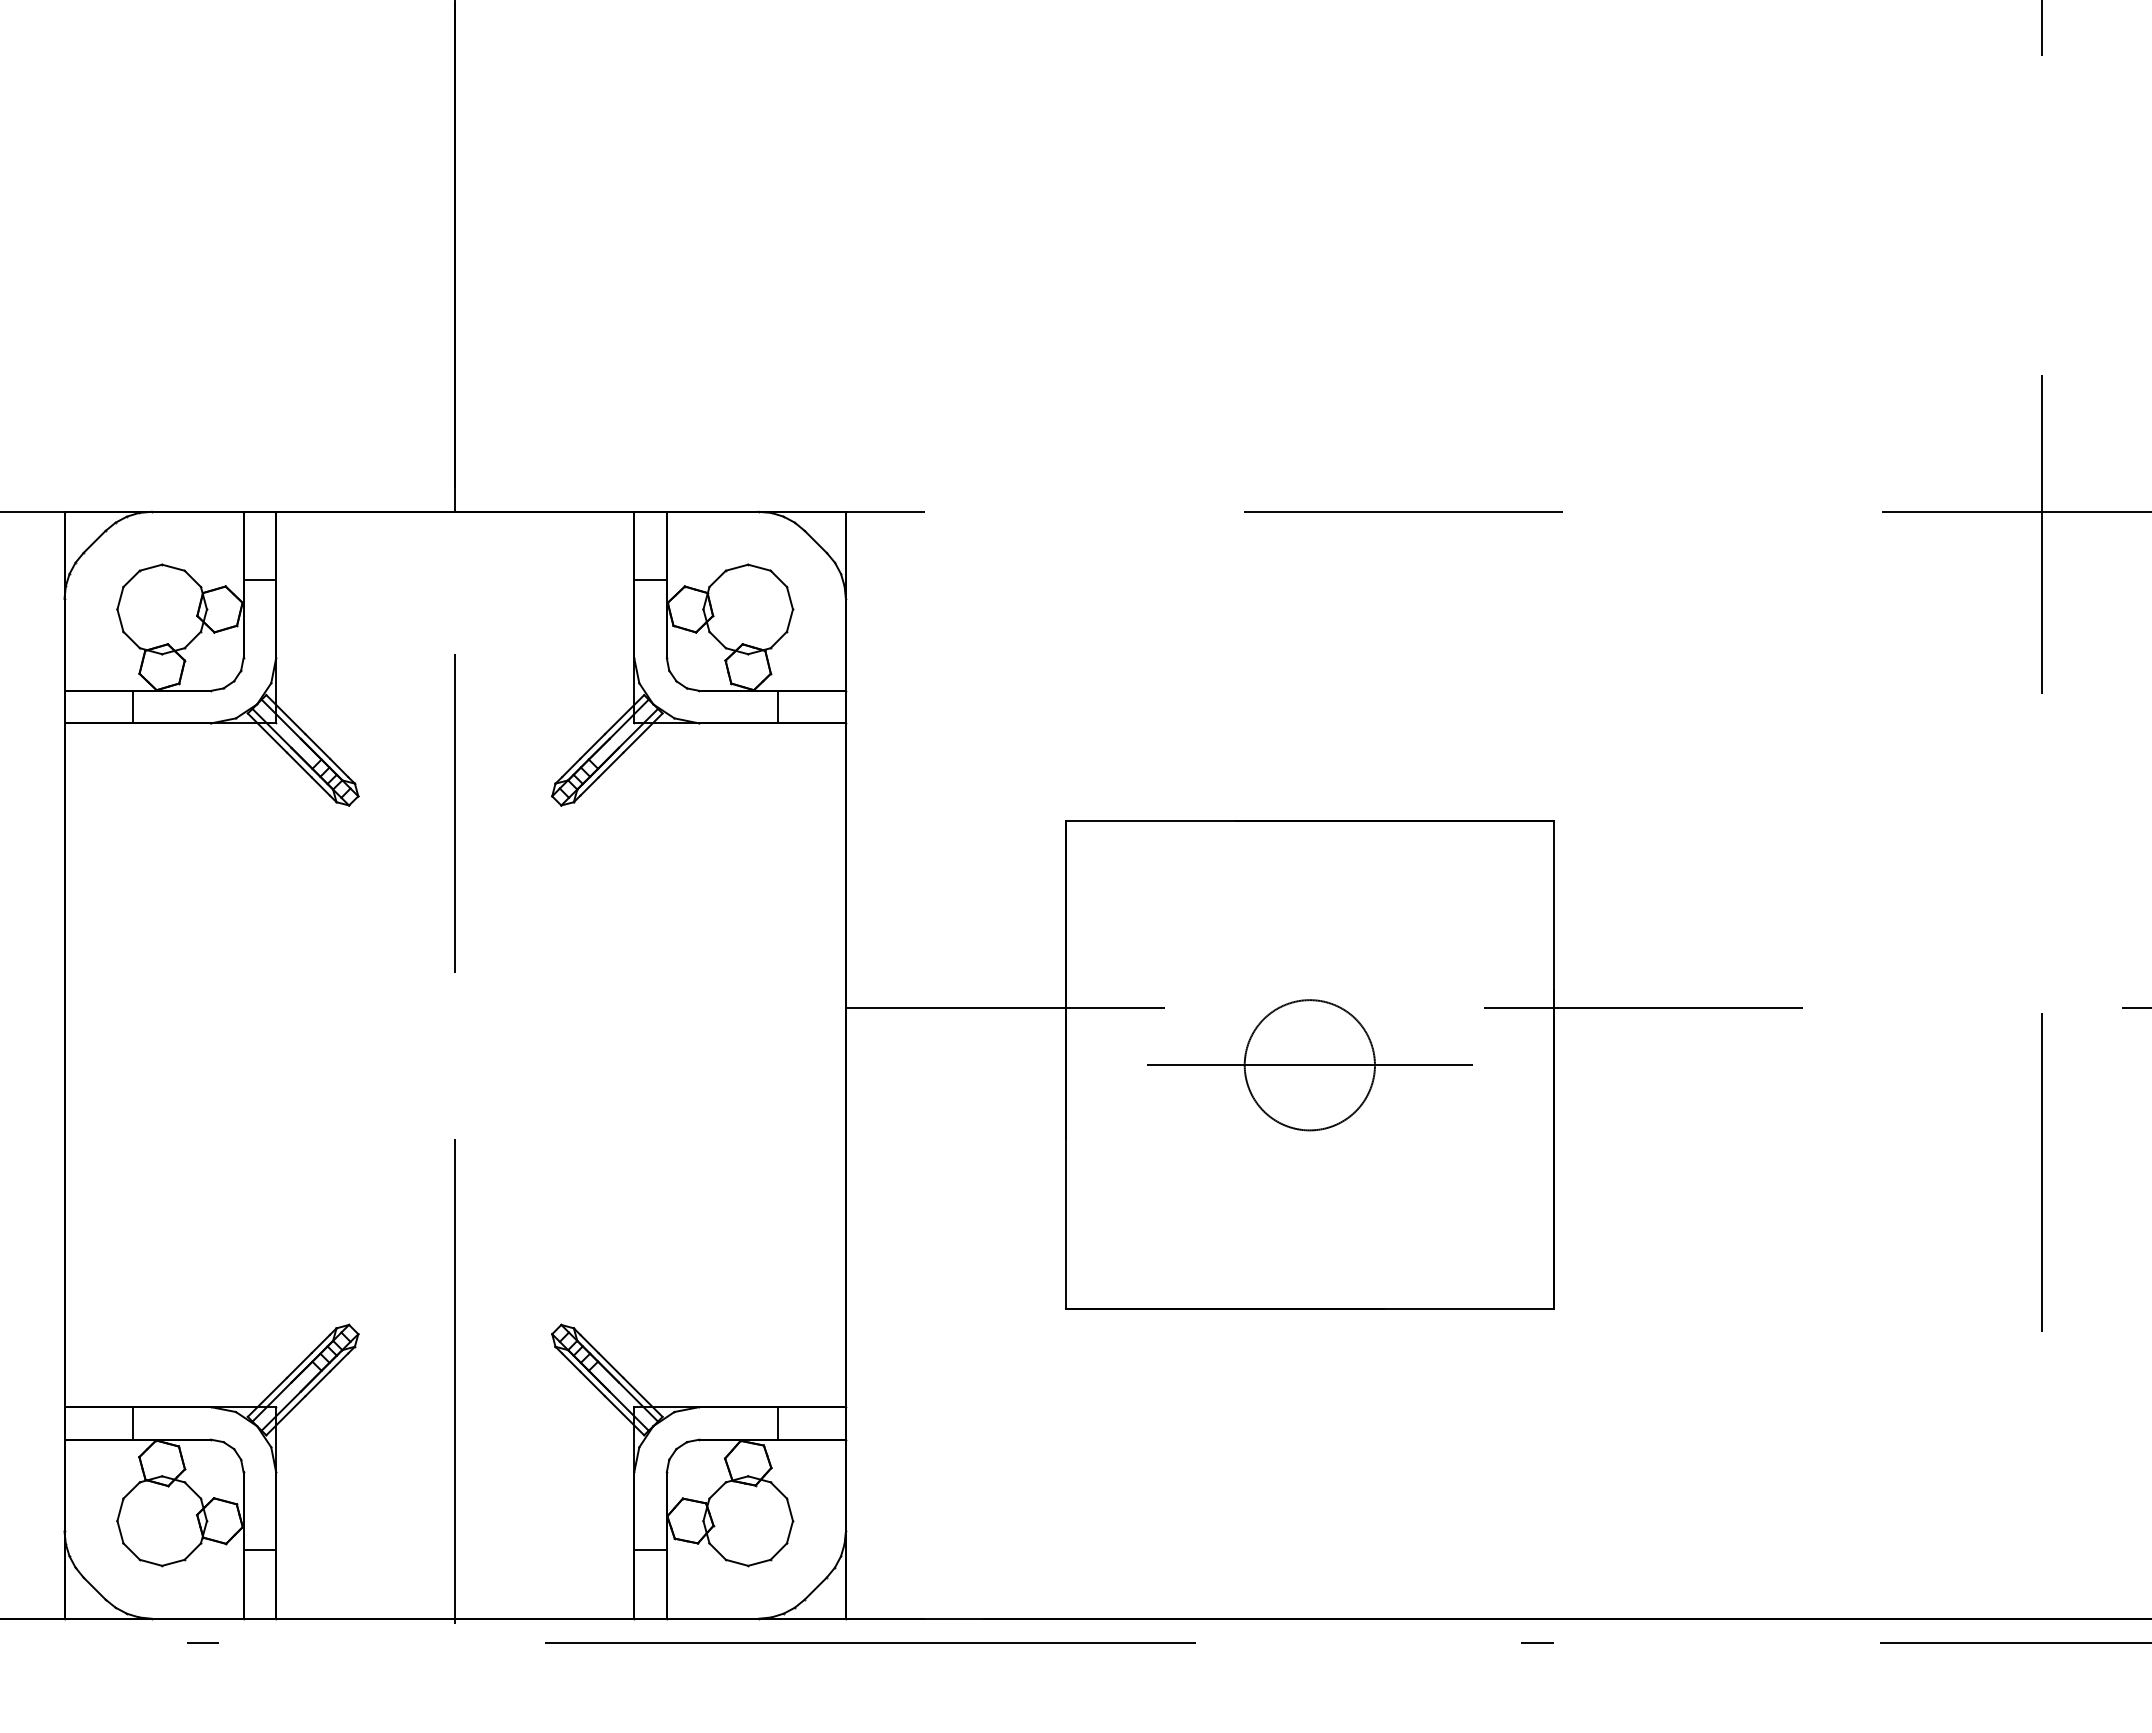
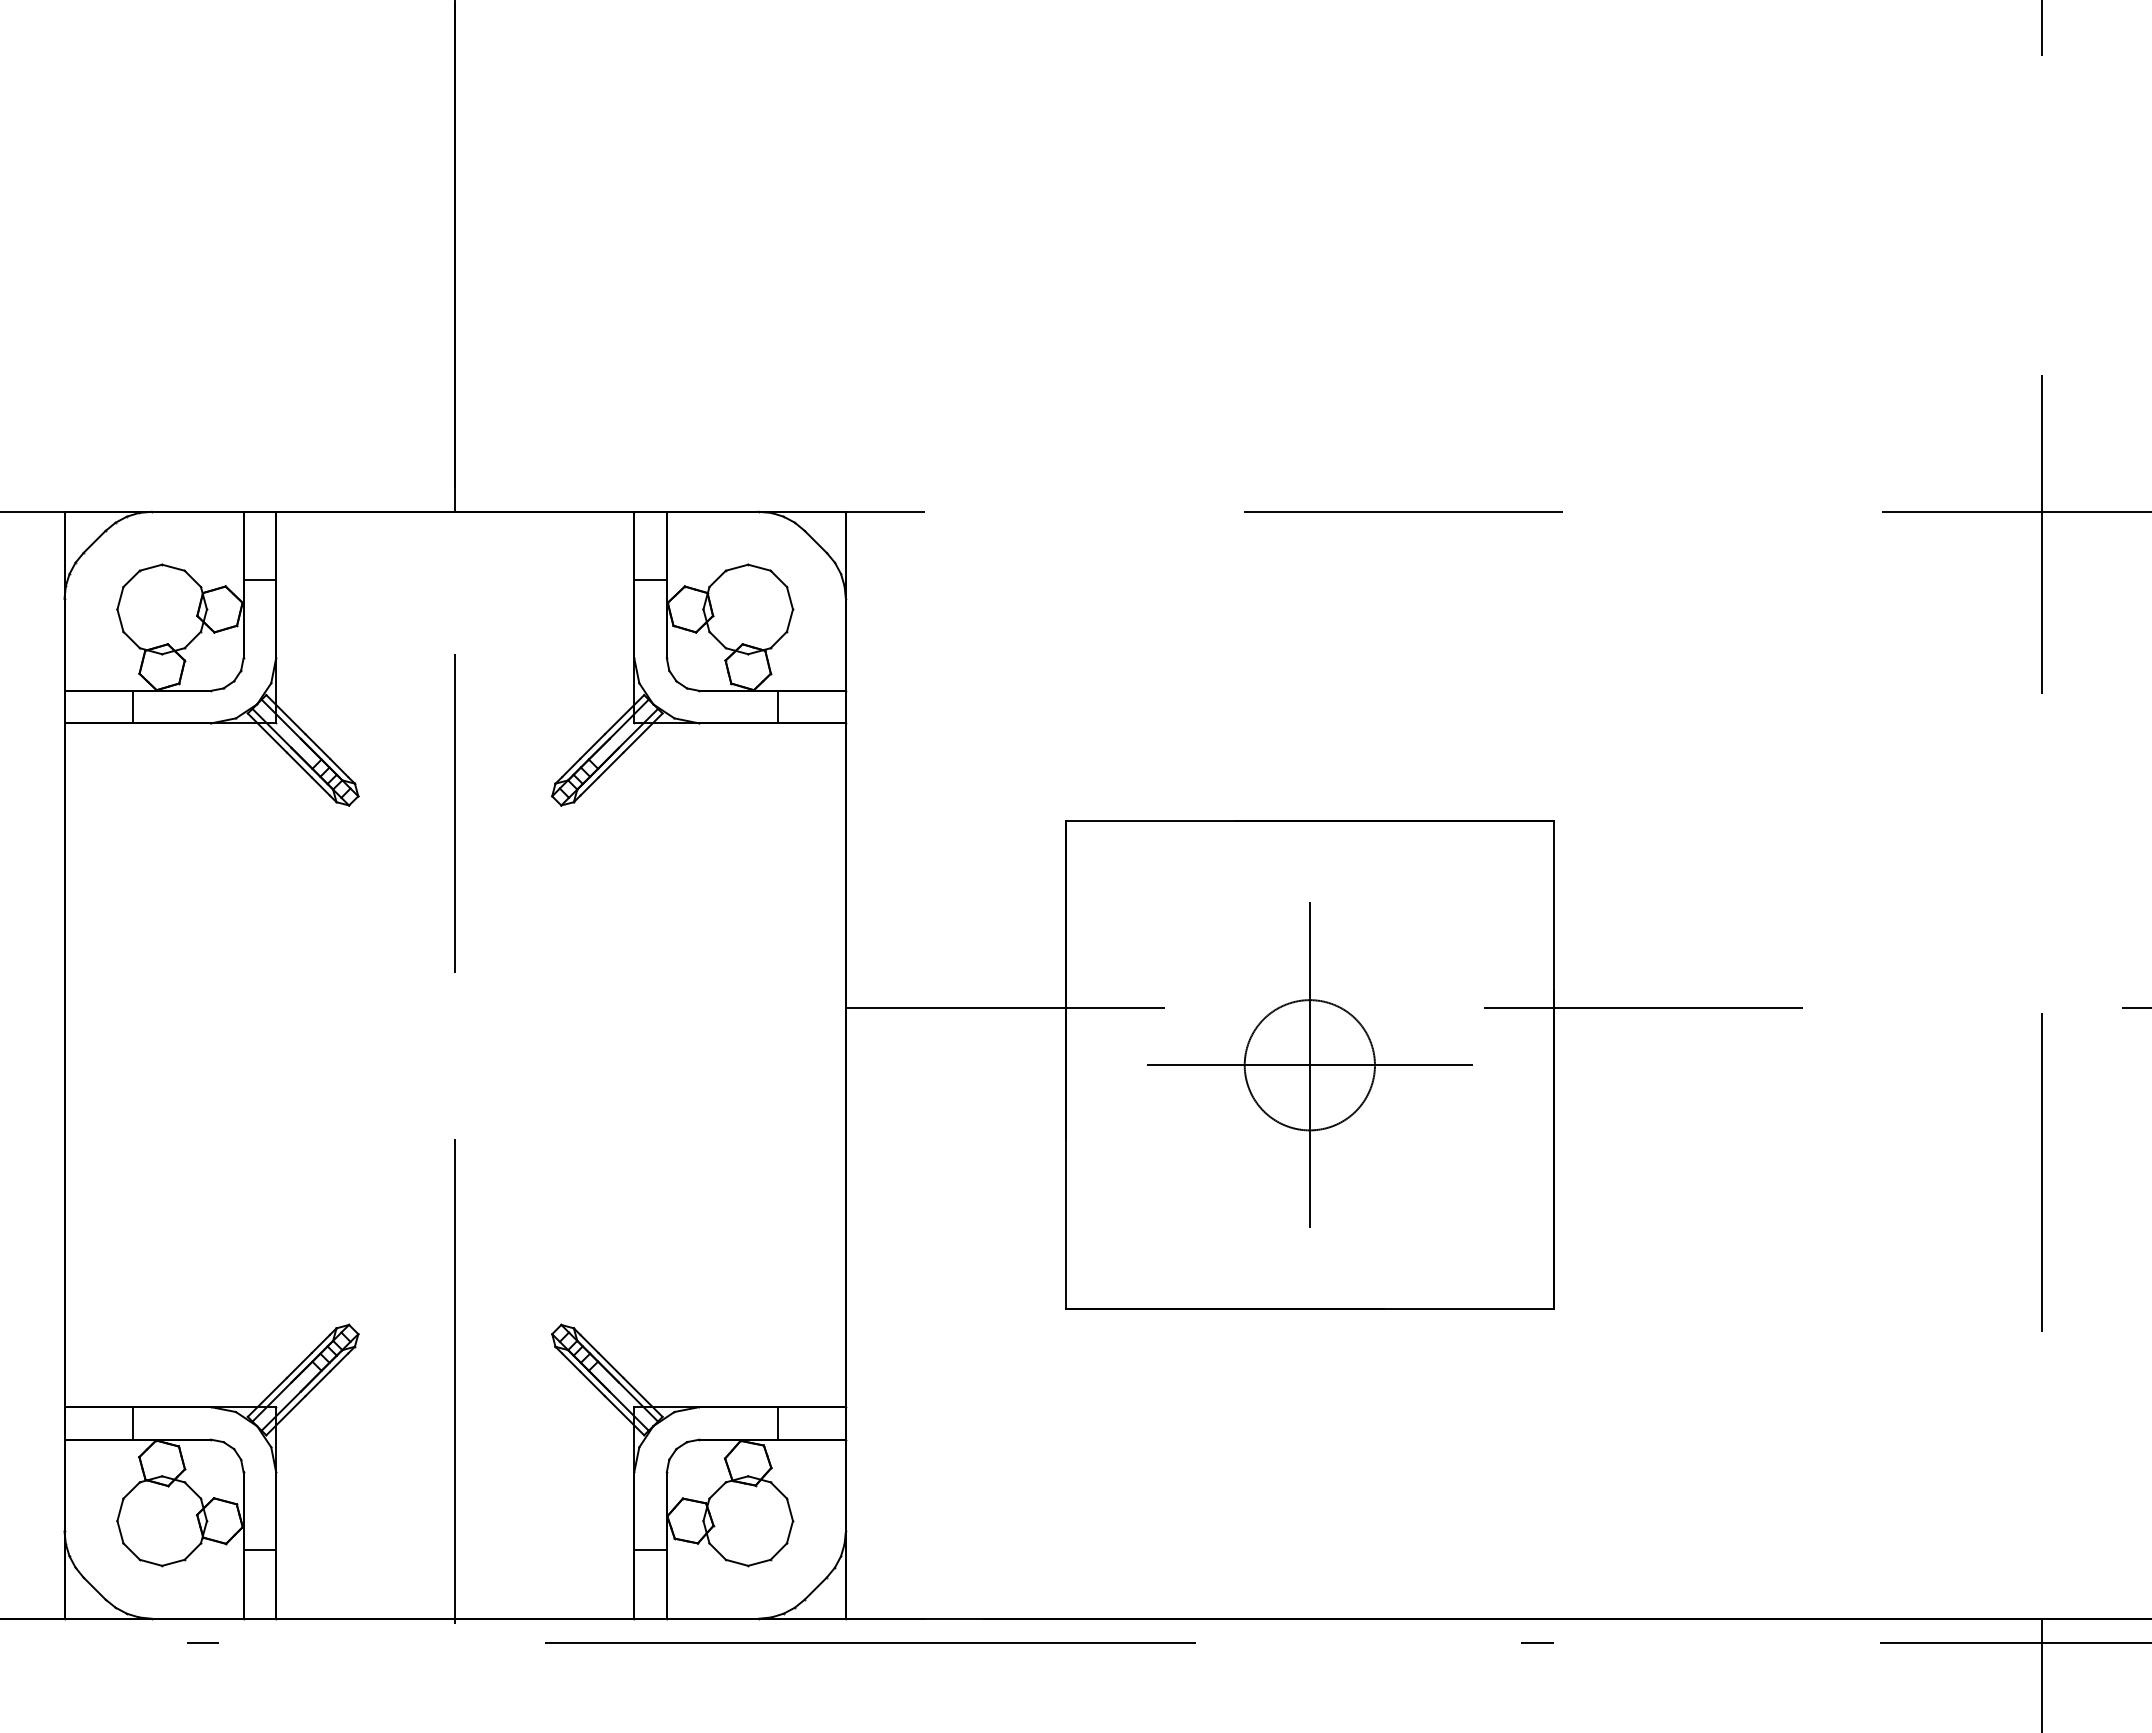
line at (1309, 1065): none -> present
line at (2042, 1673): none -> present
